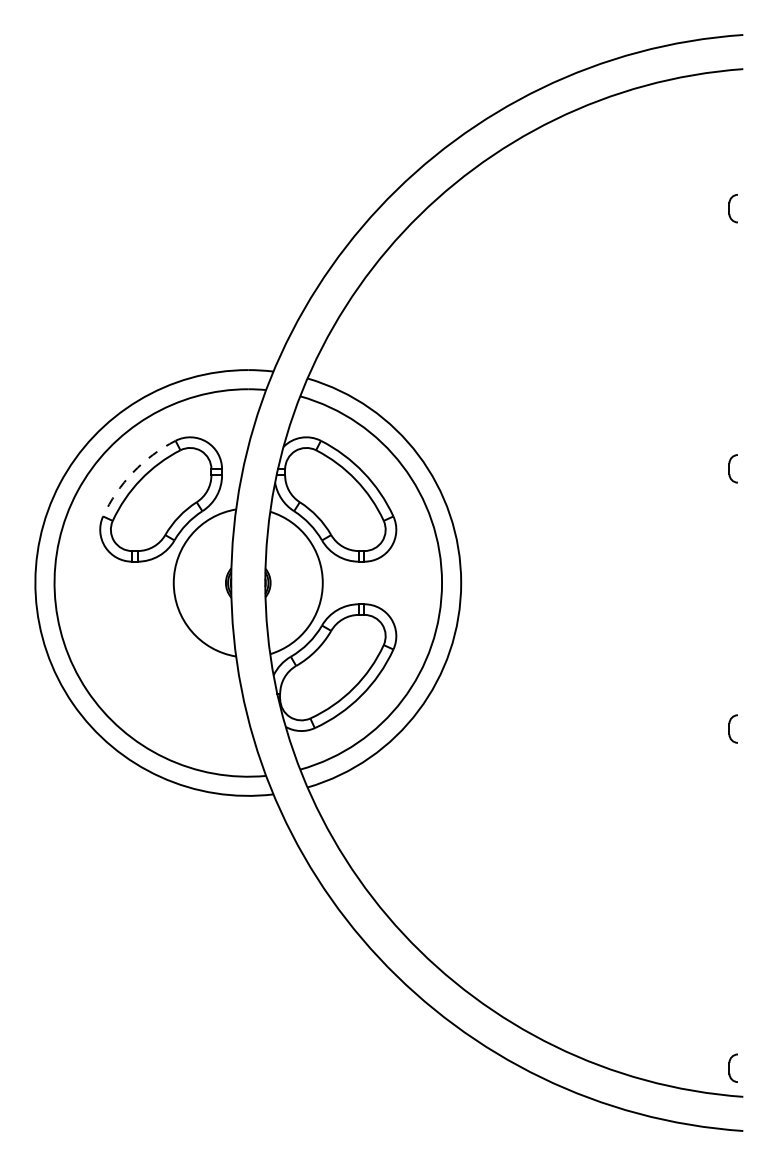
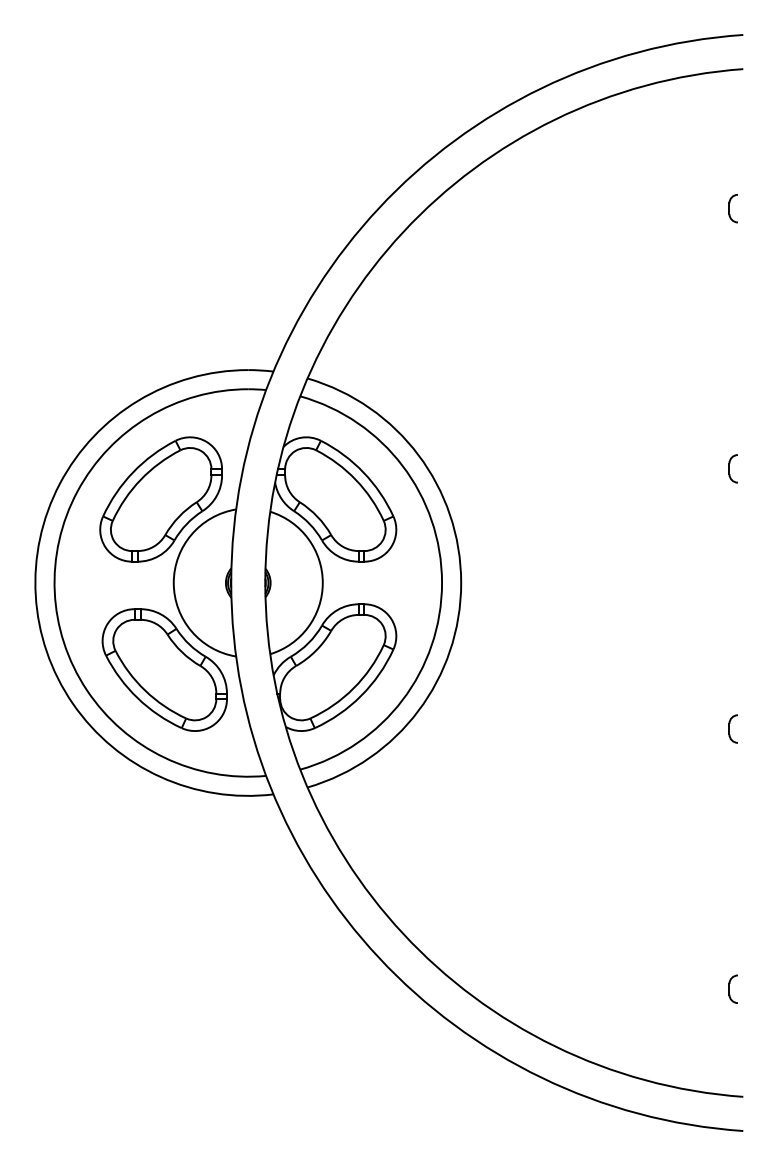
arc at (132, 472): dashed -> solid
part at (164, 669): none -> present
part at (732, 1067) position: (732, 1067) -> (732, 988)
